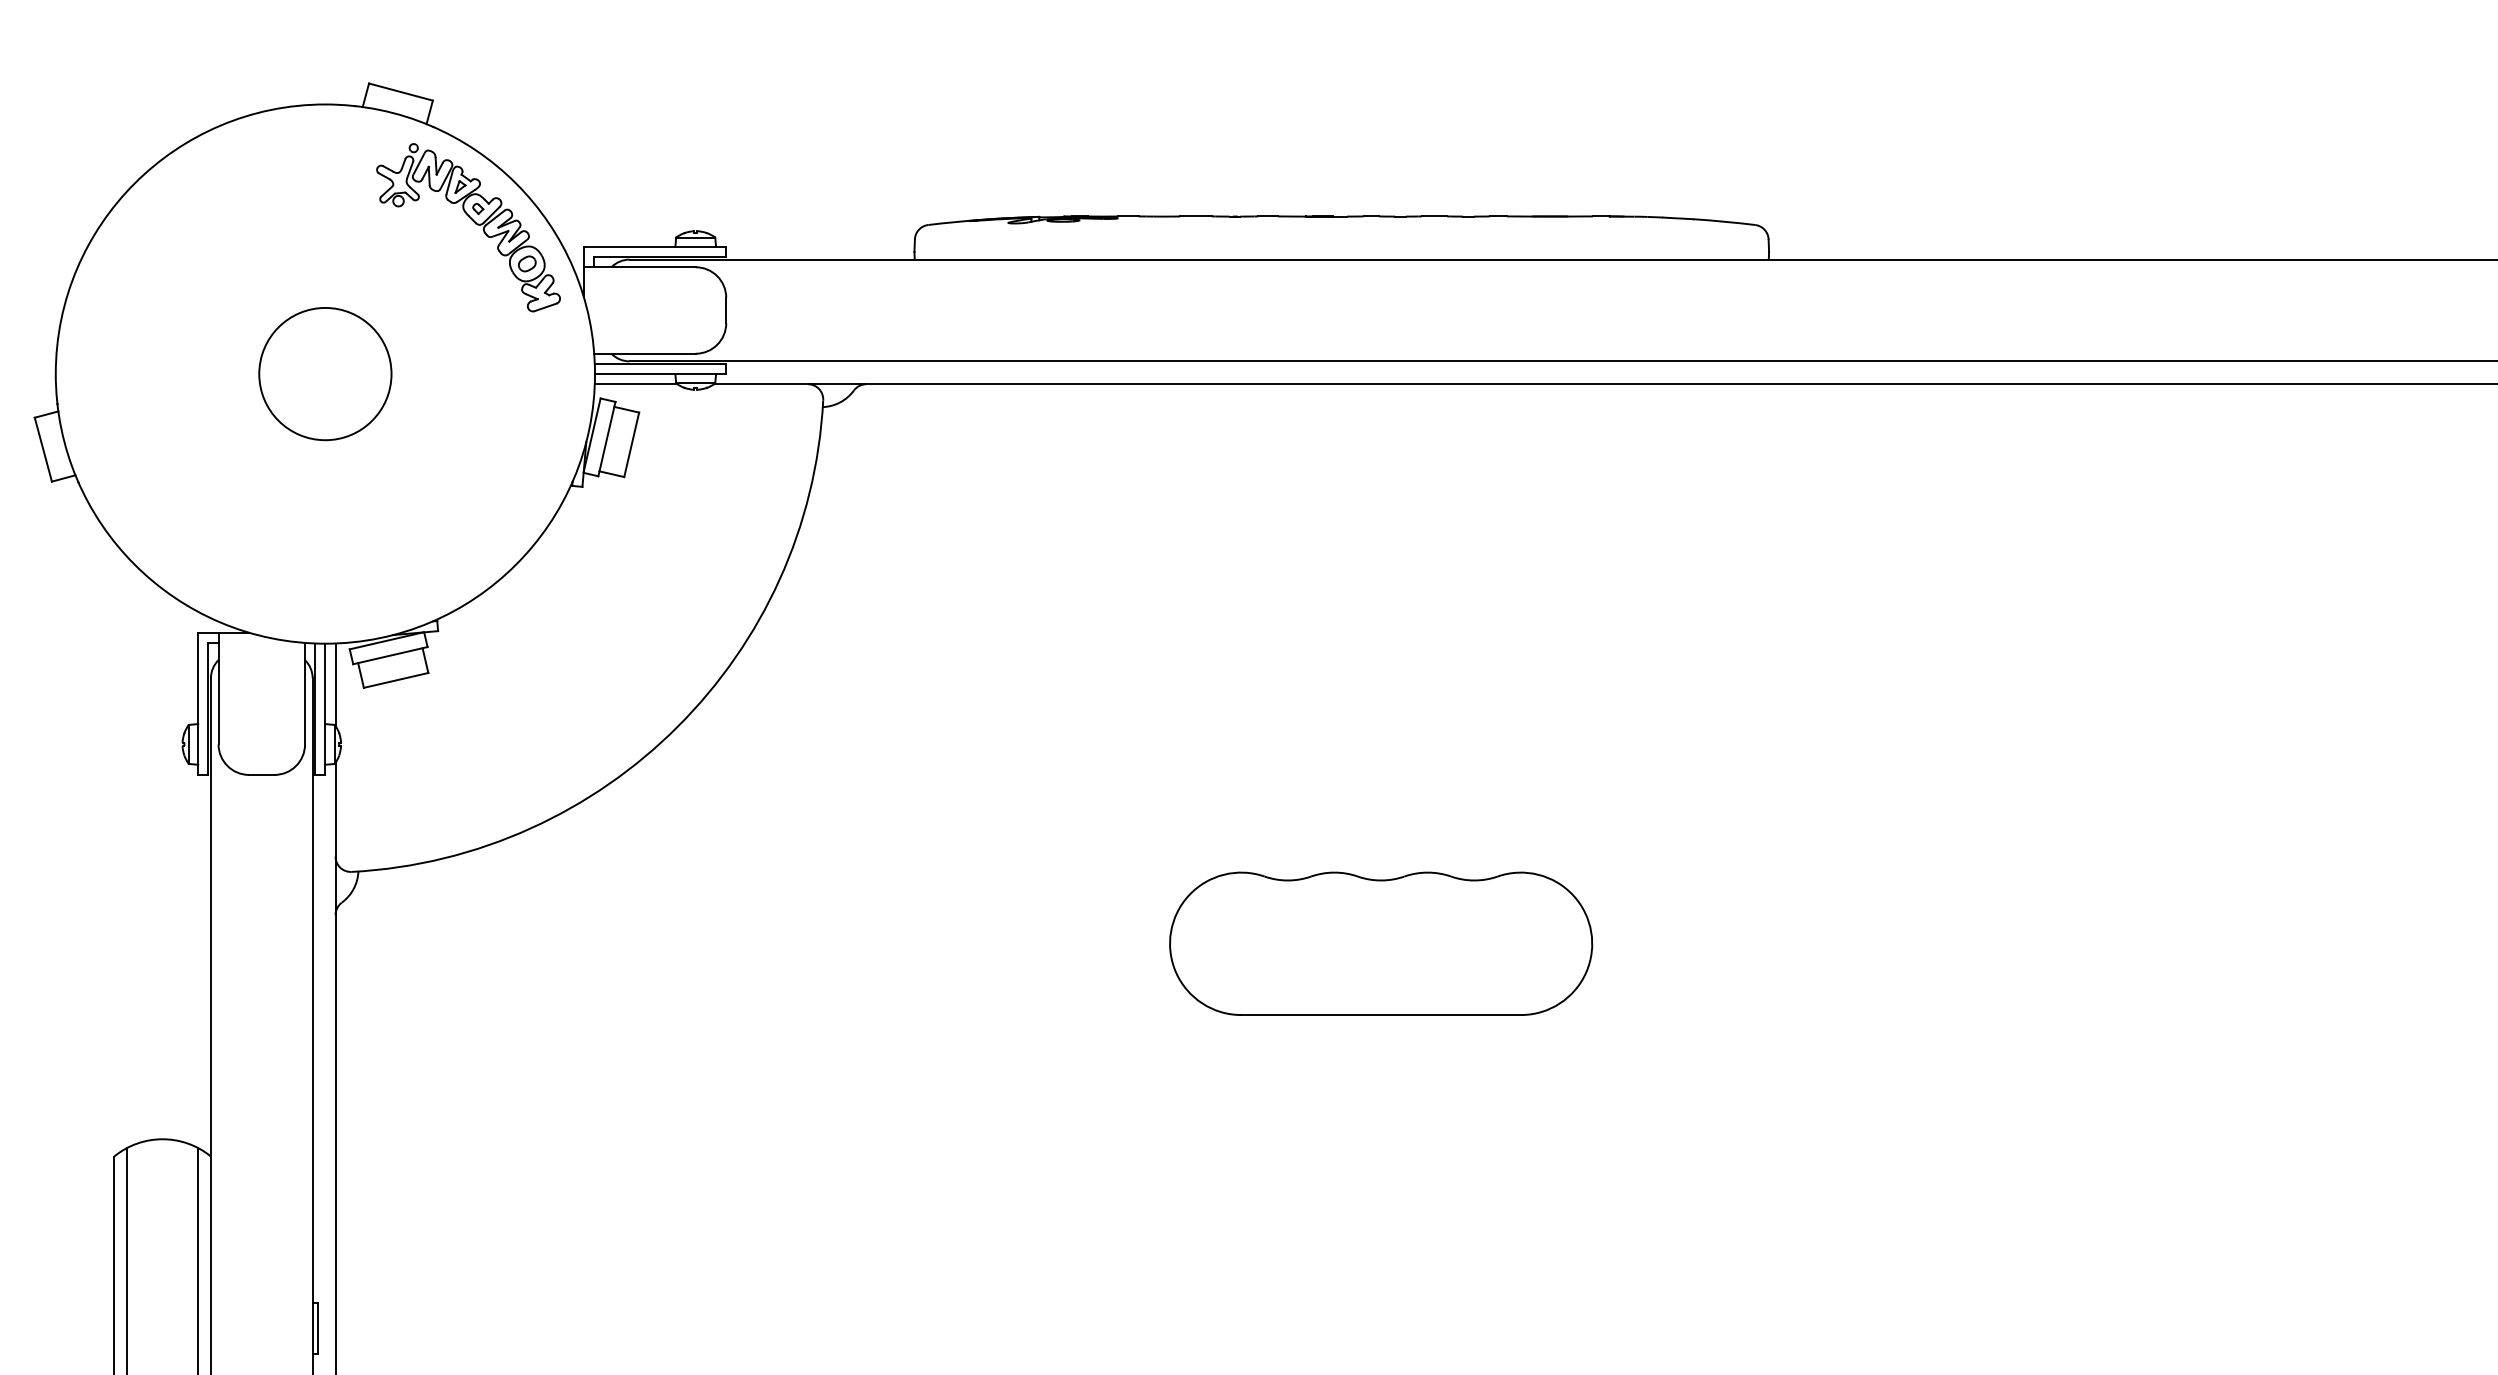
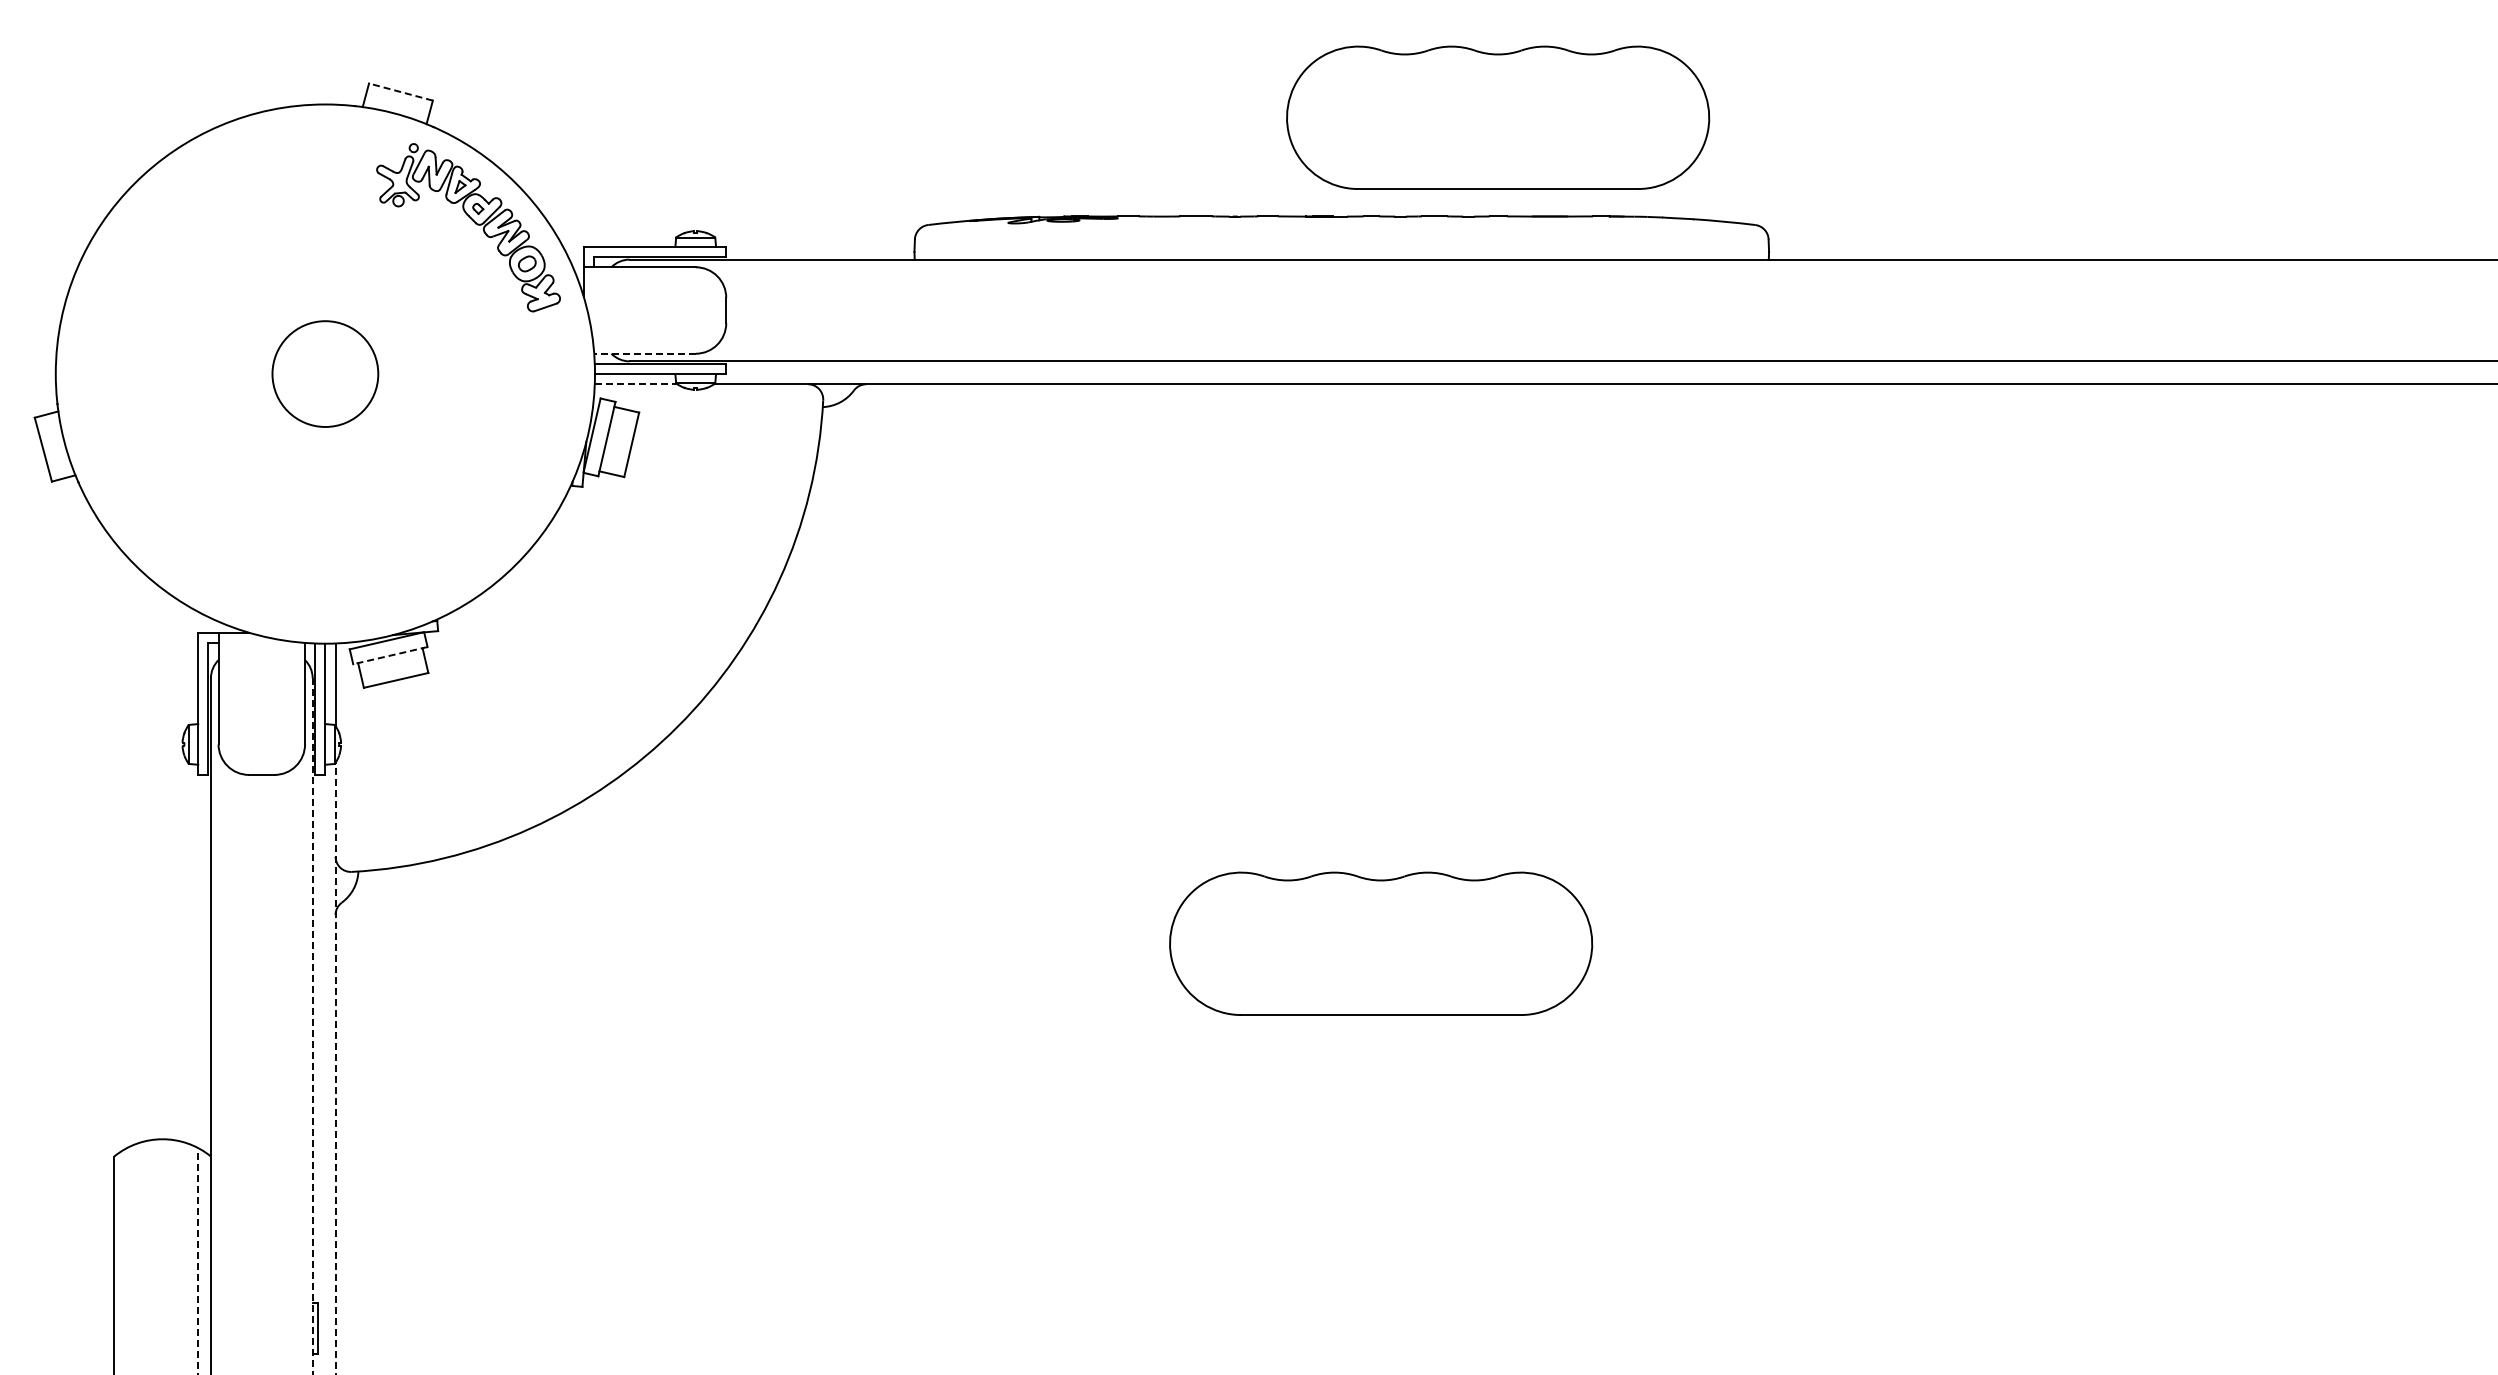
line at (400, 91): solid -> dashed
part at (1498, 117): none -> present
line at (644, 353): solid -> dashed
circle at (325, 373) diameter: 132 px -> 106 px
line at (636, 384): solid -> dashed
line at (389, 655): solid -> dashed
line at (312, 1026): solid -> dashed
line at (335, 1068): solid -> dashed
line at (127, 1259): present -> none
line at (198, 1261): solid -> dashed
